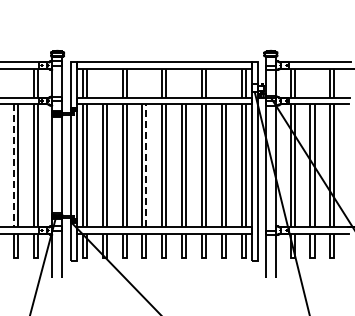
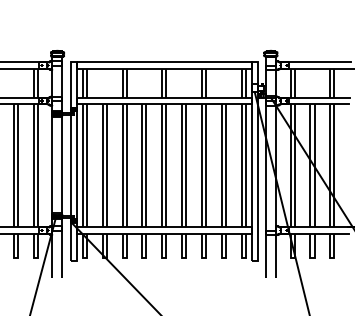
line at (13, 165): dashed -> solid
line at (146, 165): dashed -> solid
